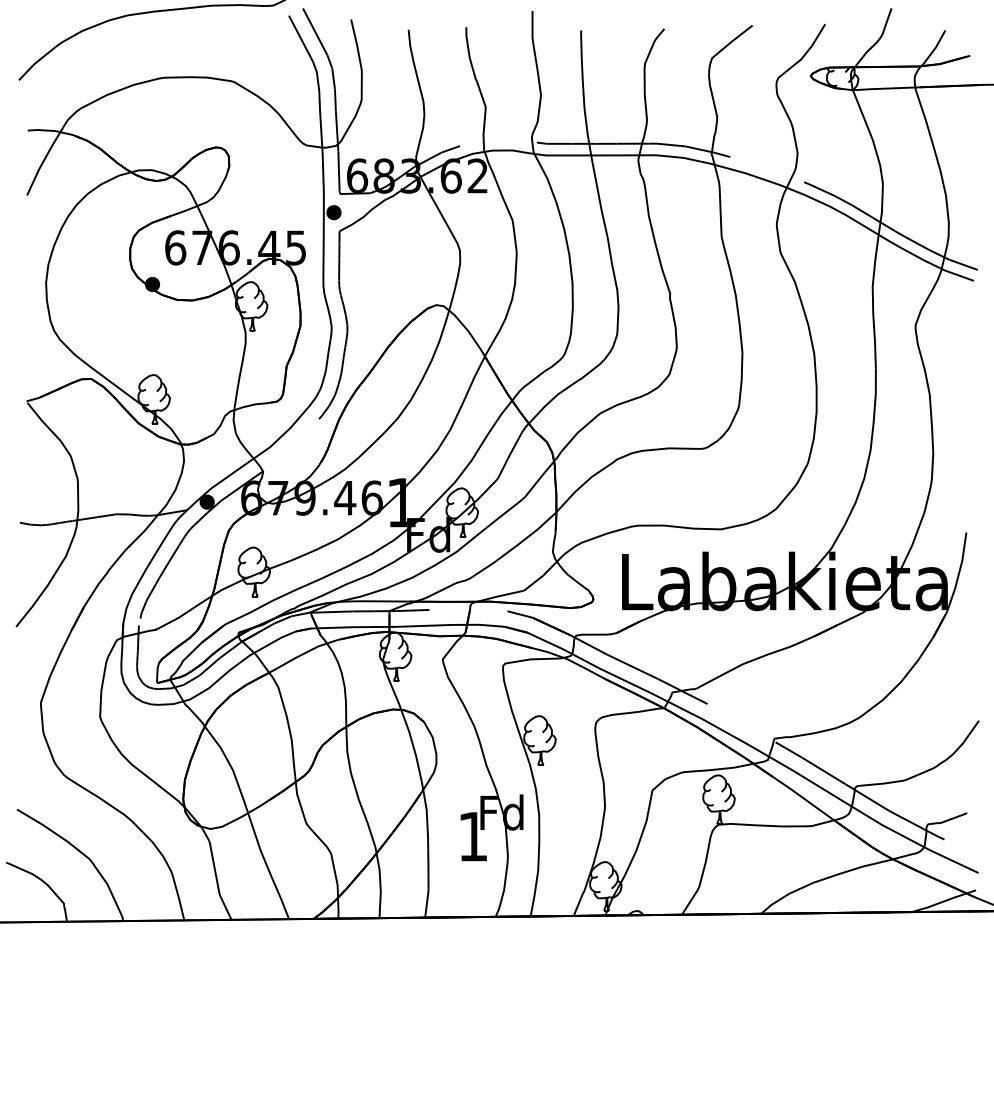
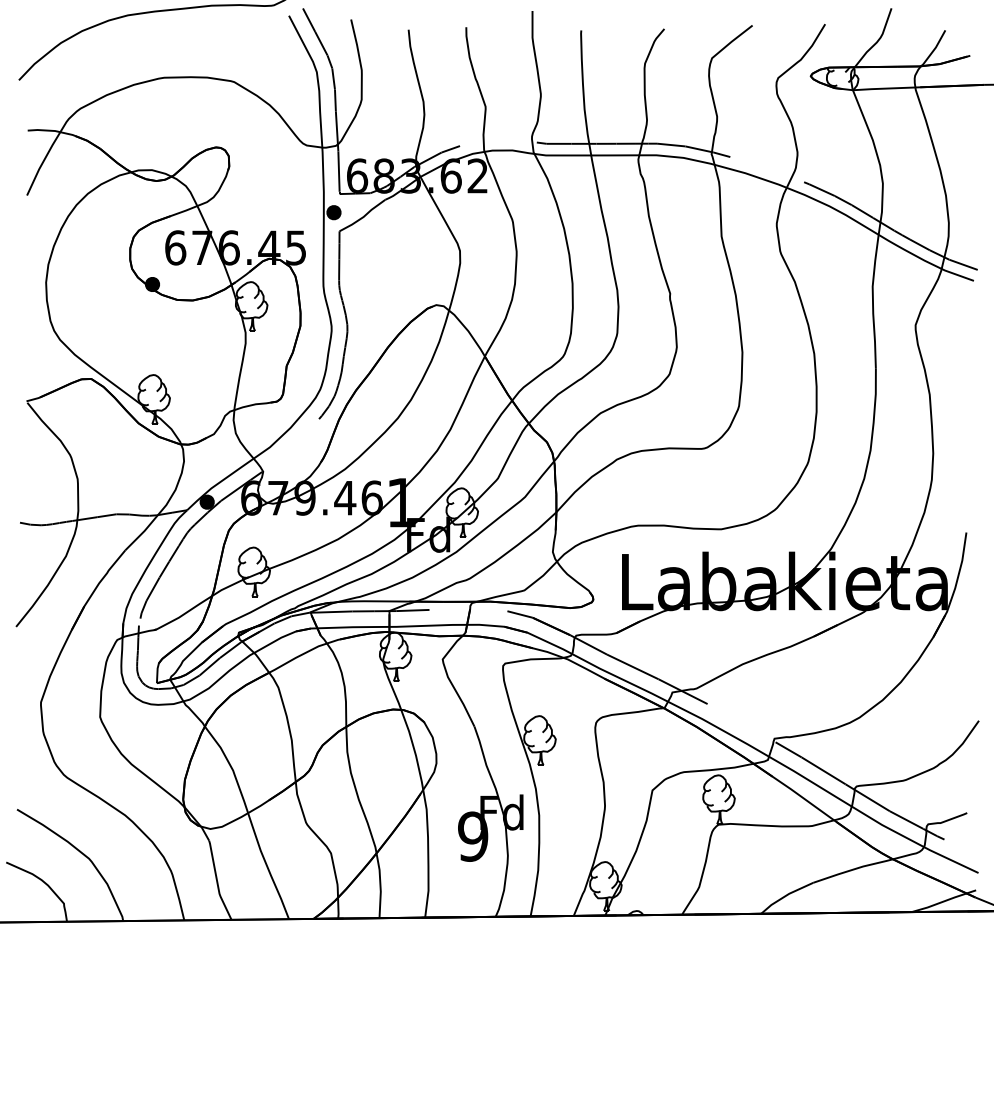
text at (473, 836): 1 -> 9
